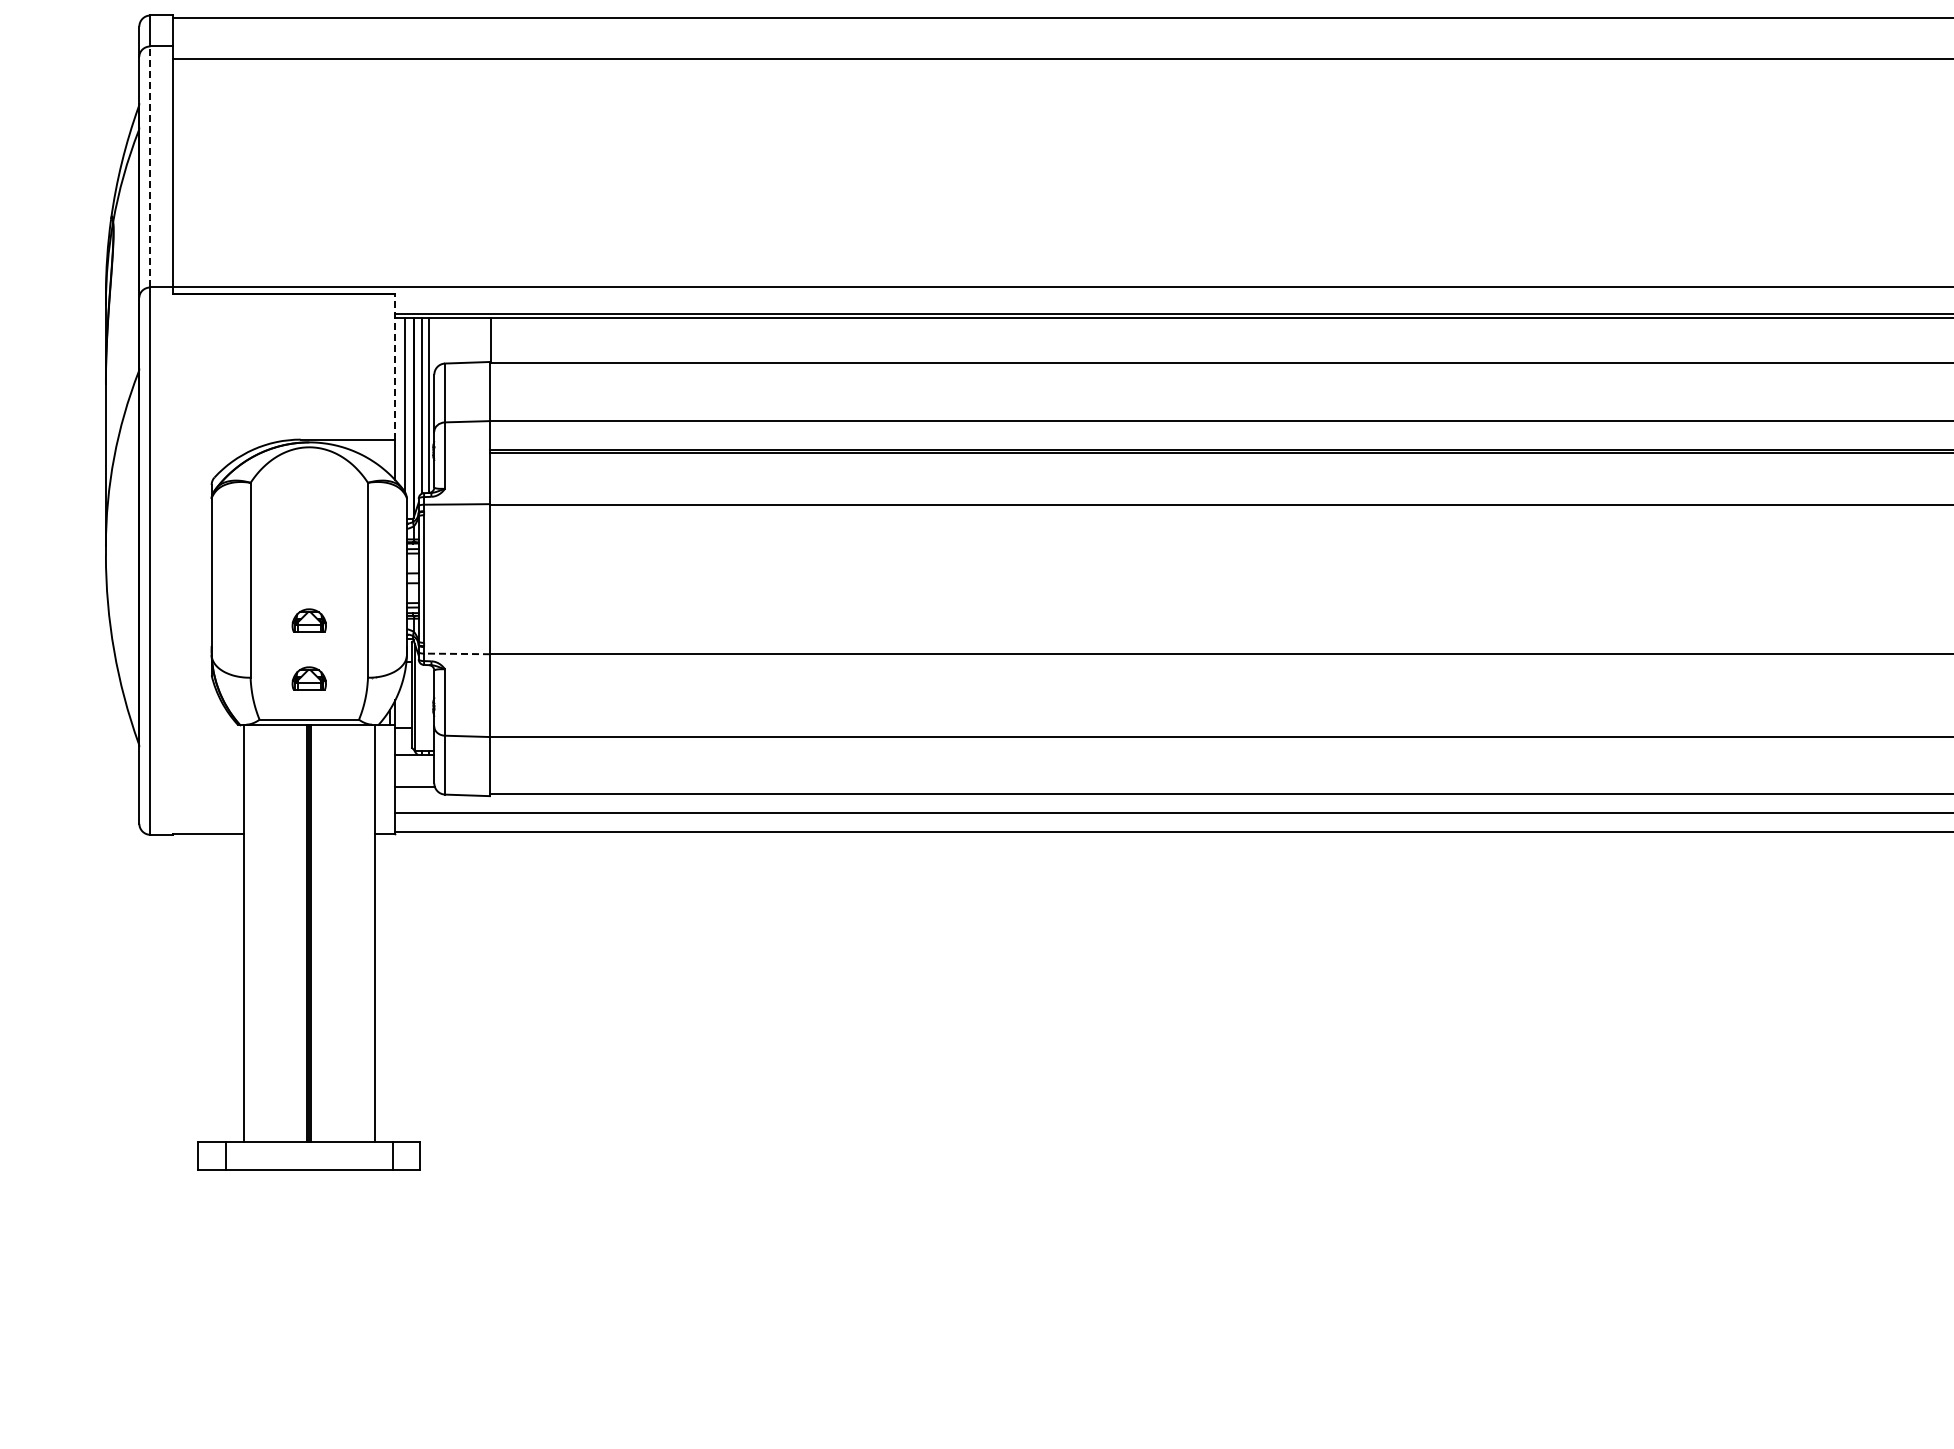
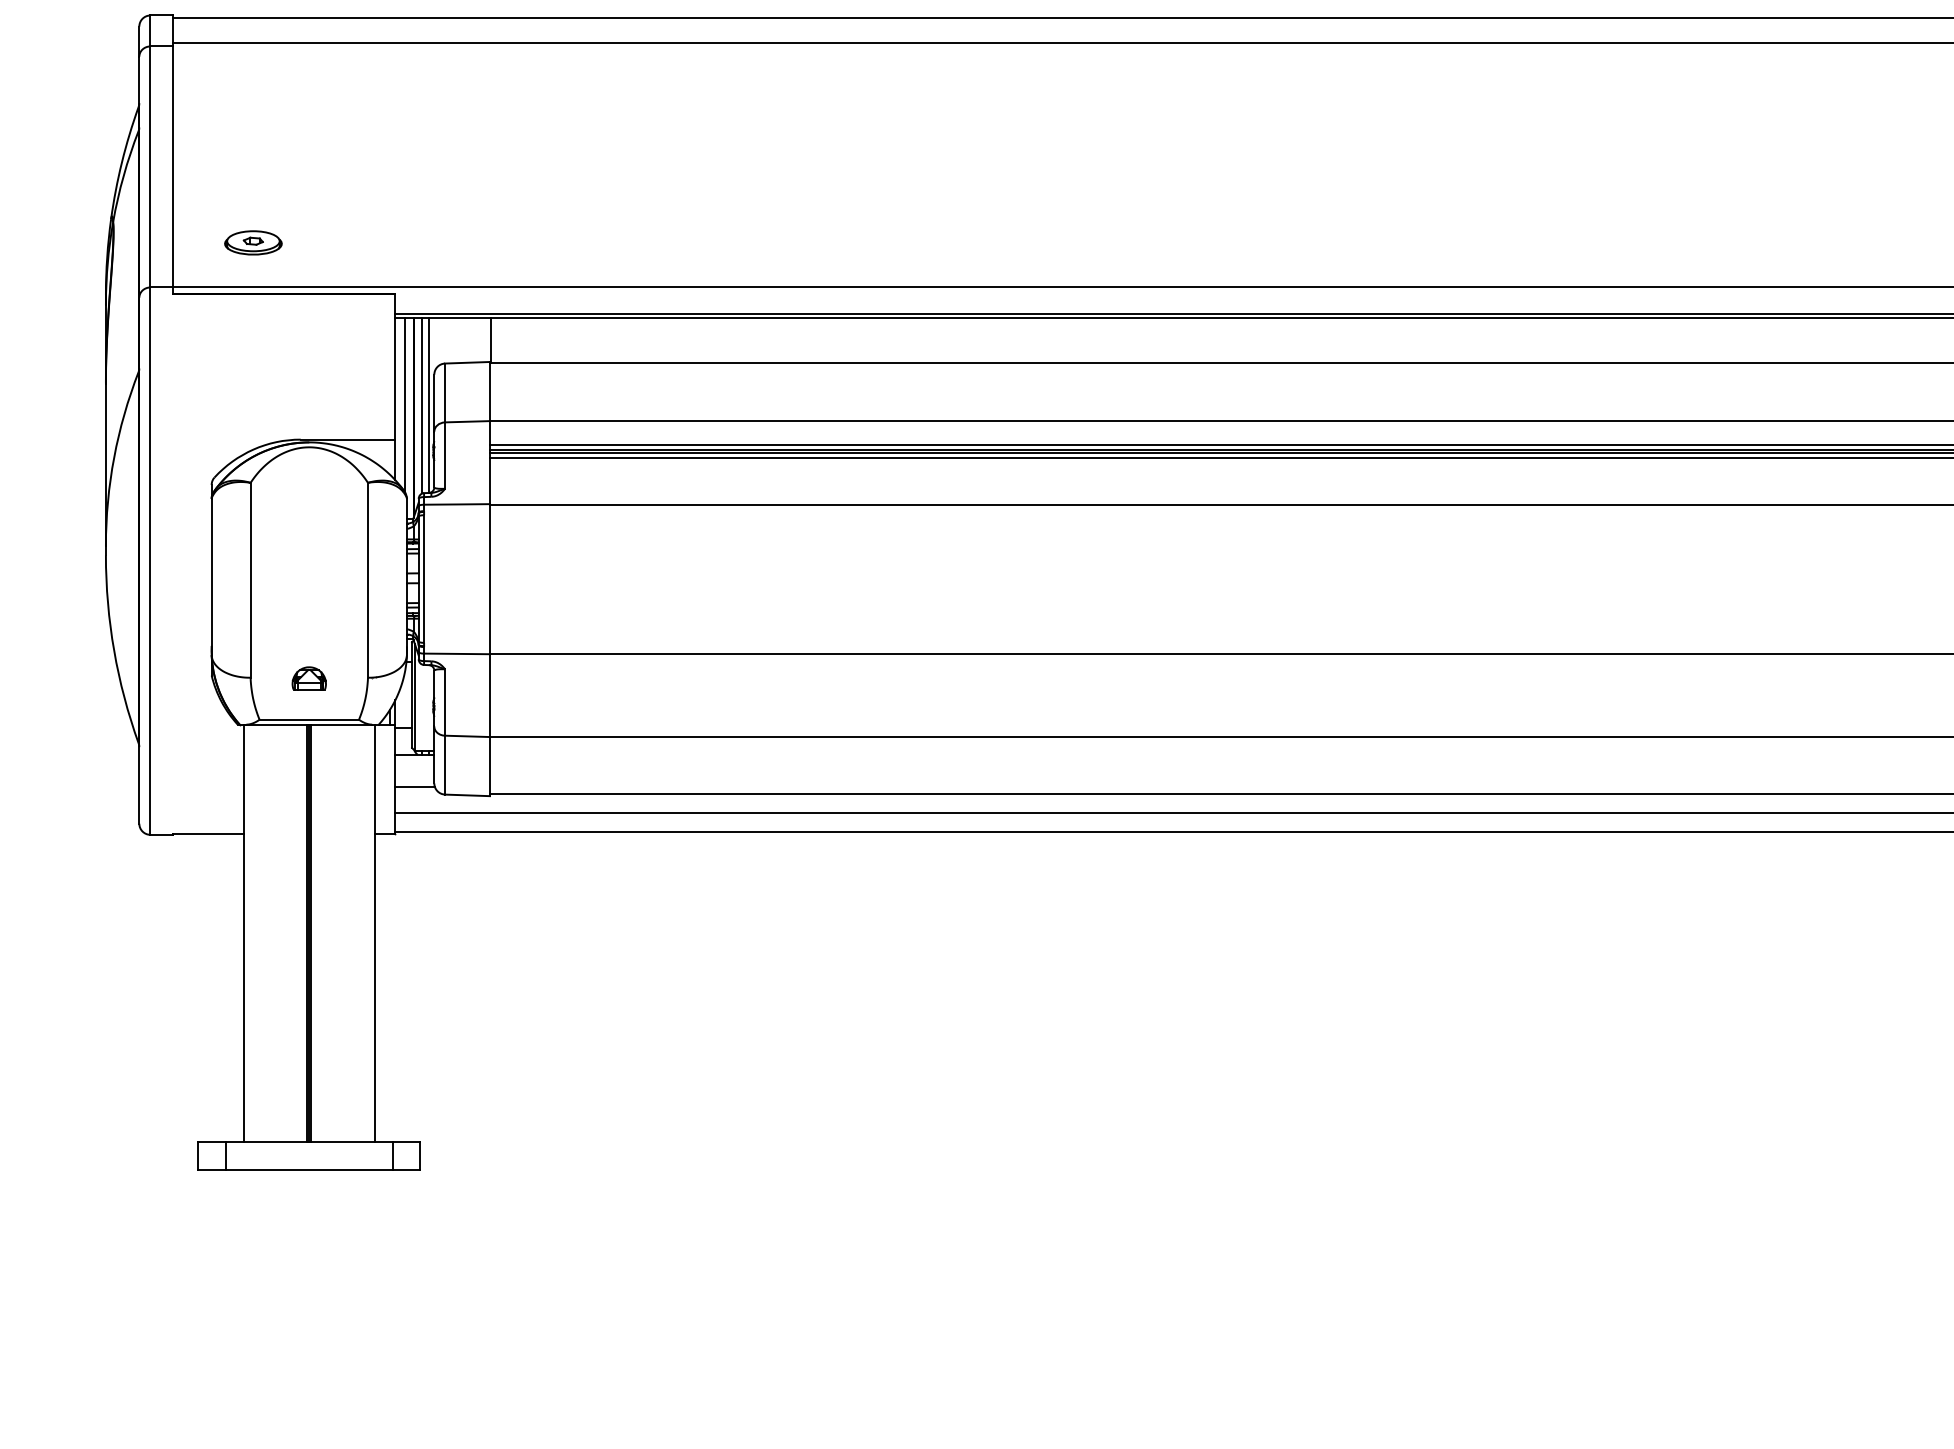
line at (1061, 59) position: (1061, 59) -> (1061, 43)
line at (150, 166): dashed -> solid
part at (253, 242): none -> present
line at (395, 366): dashed -> solid
line at (1220, 444): none -> present
line at (1220, 458): none -> present
part at (308, 620): present -> none
line at (457, 653): dashed -> solid
